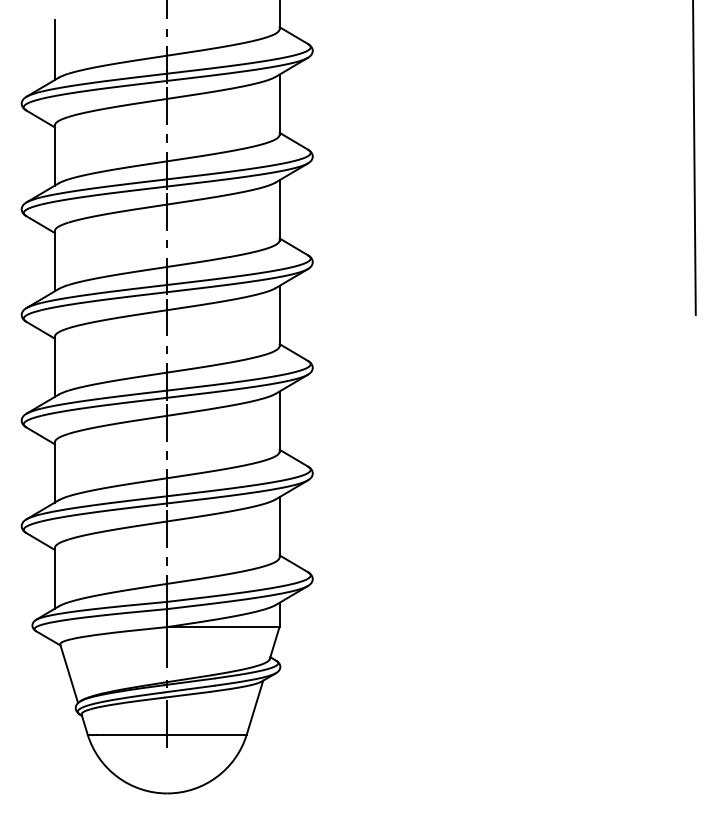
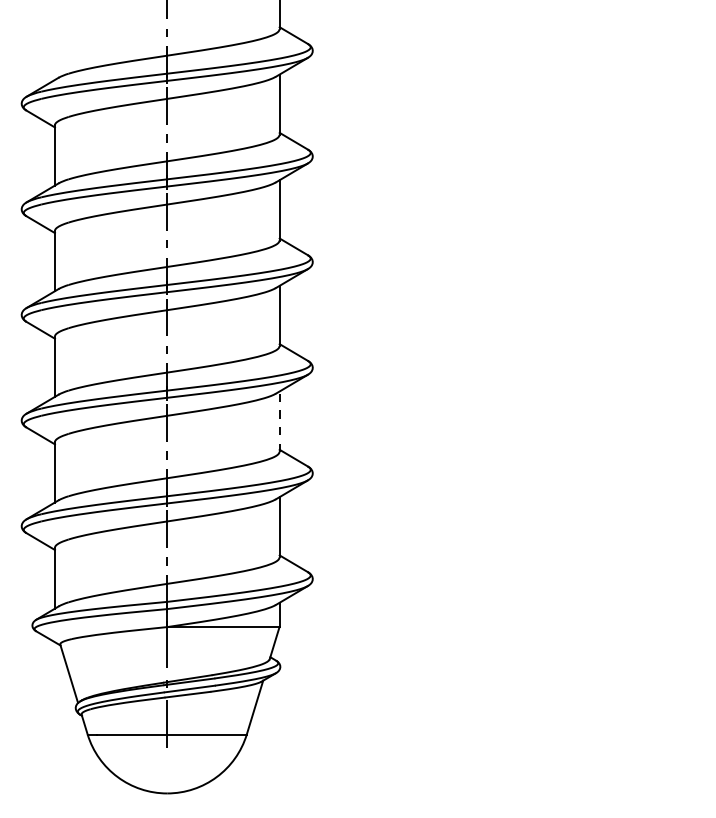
line at (54, 49): present -> none
line at (694, 158): present -> none
line at (279, 421): solid -> dashed
